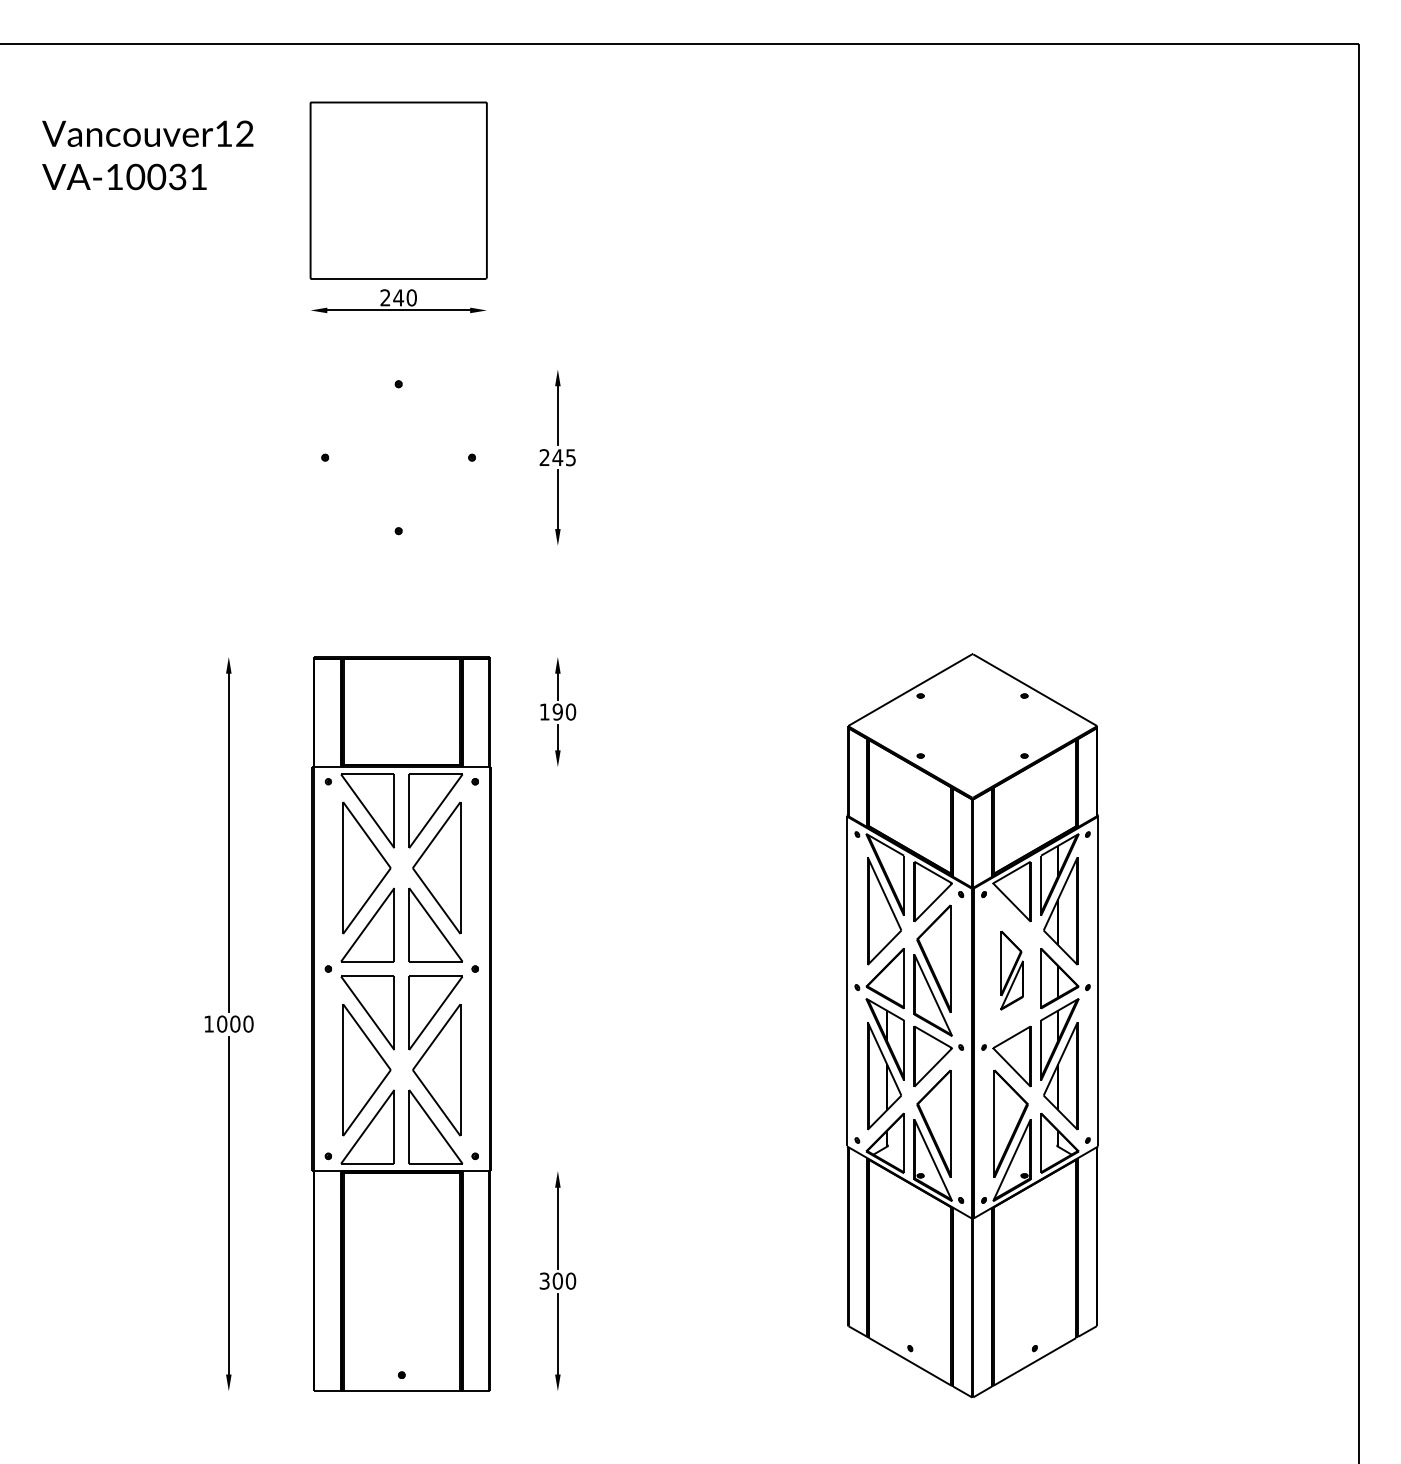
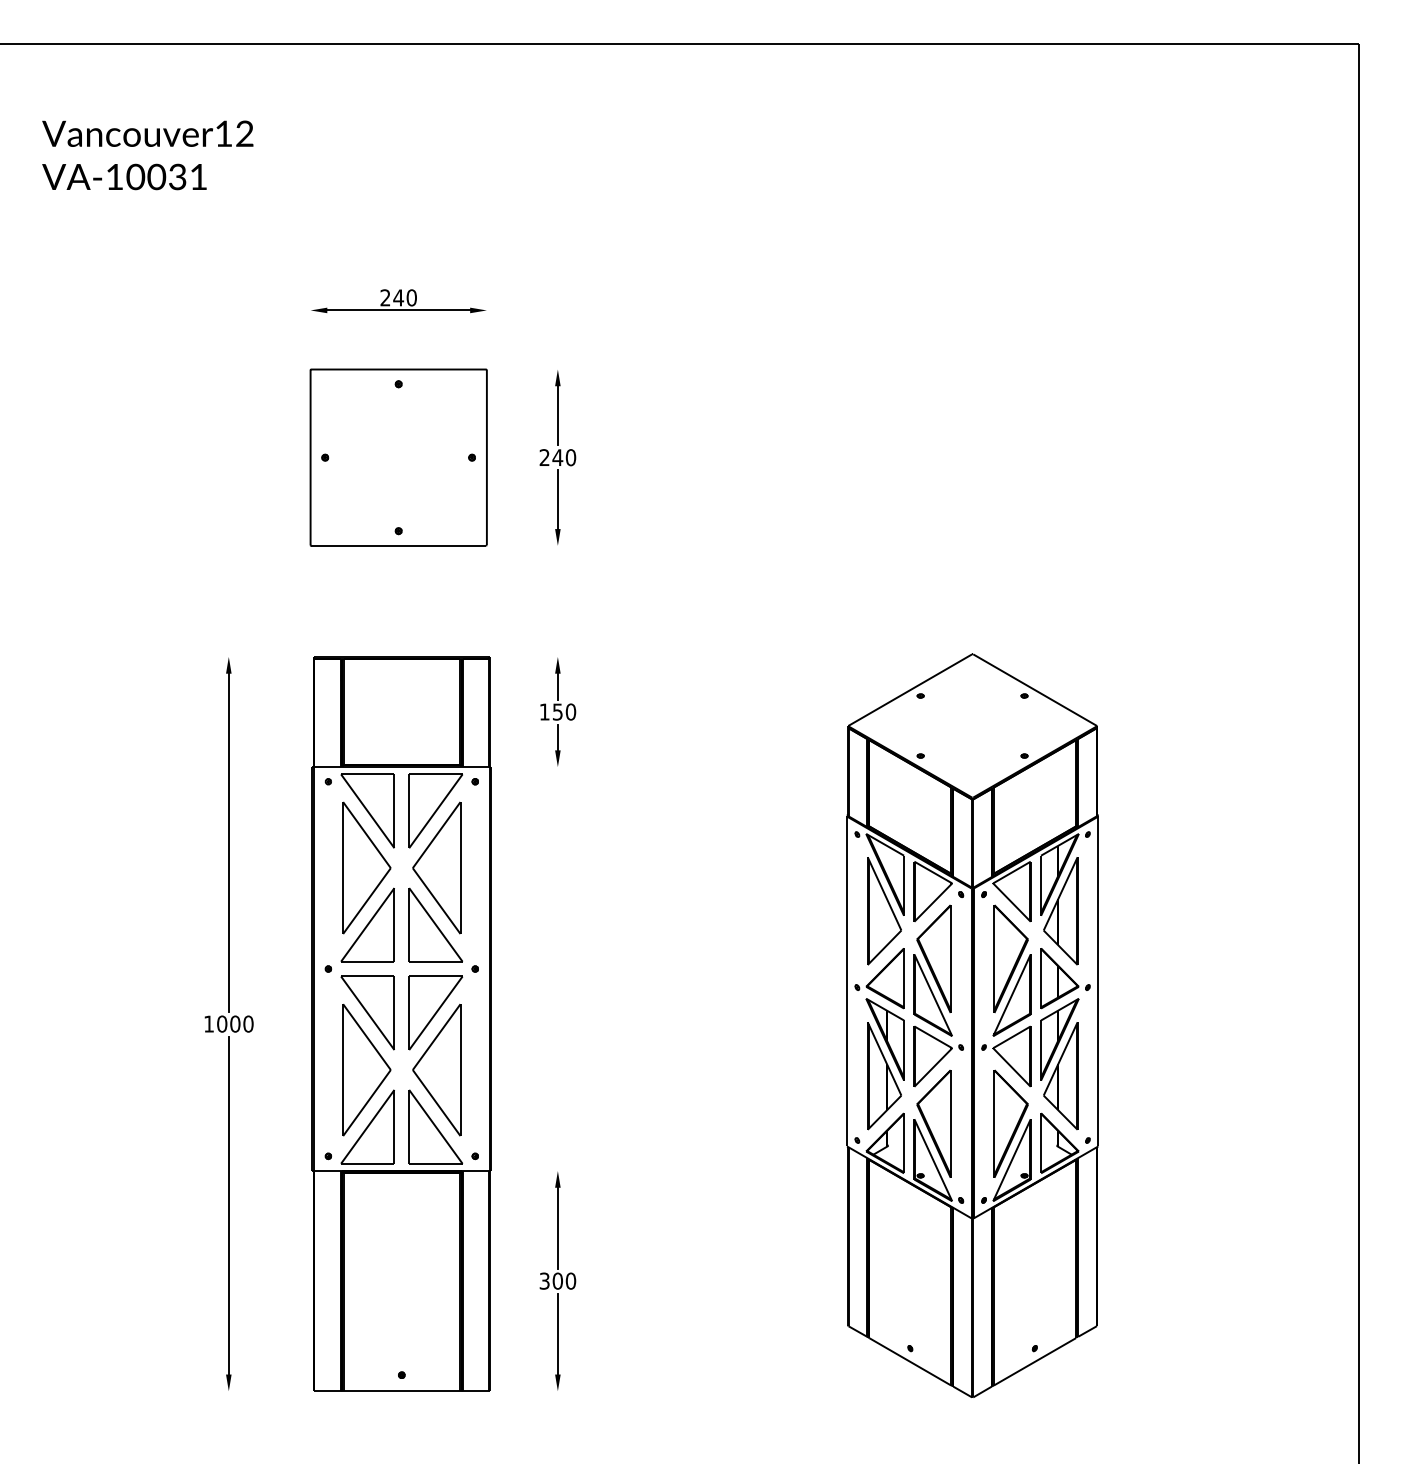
part at (398, 190) position: (398, 190) -> (398, 457)
text at (570, 457): 245 -> 240
text at (557, 711): 190 -> 150
part at (1011, 970) size: 24x81 px -> 40x133 px
